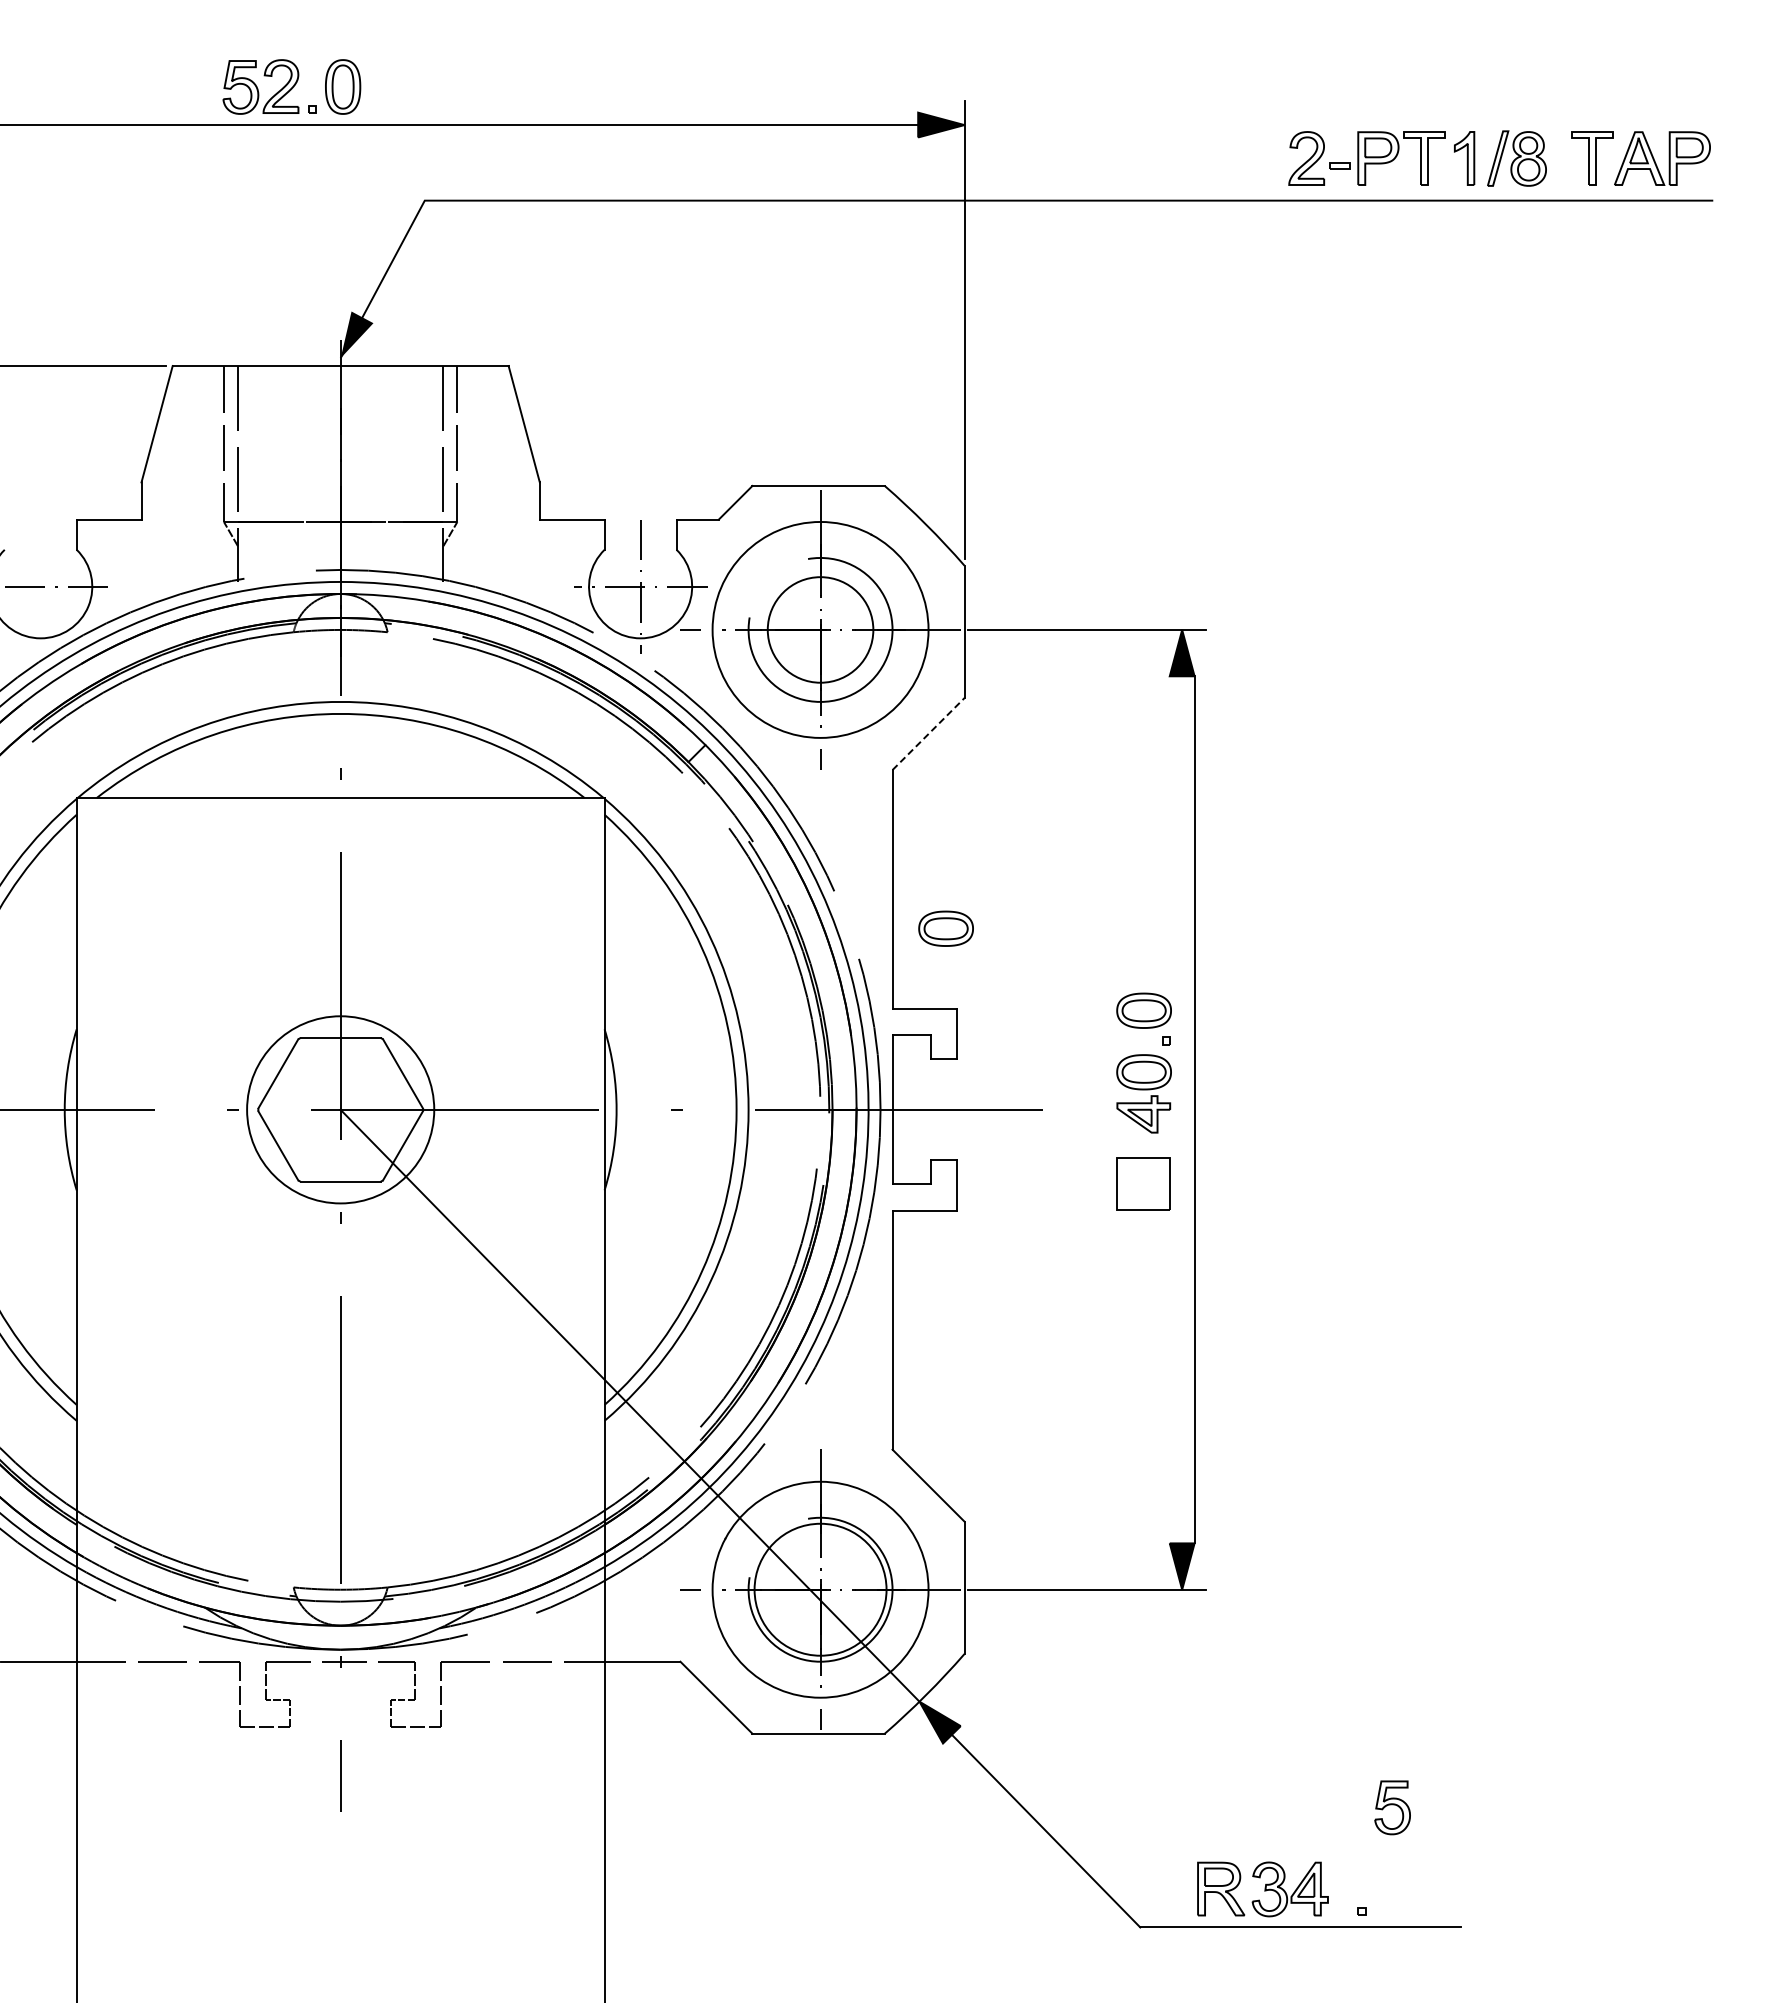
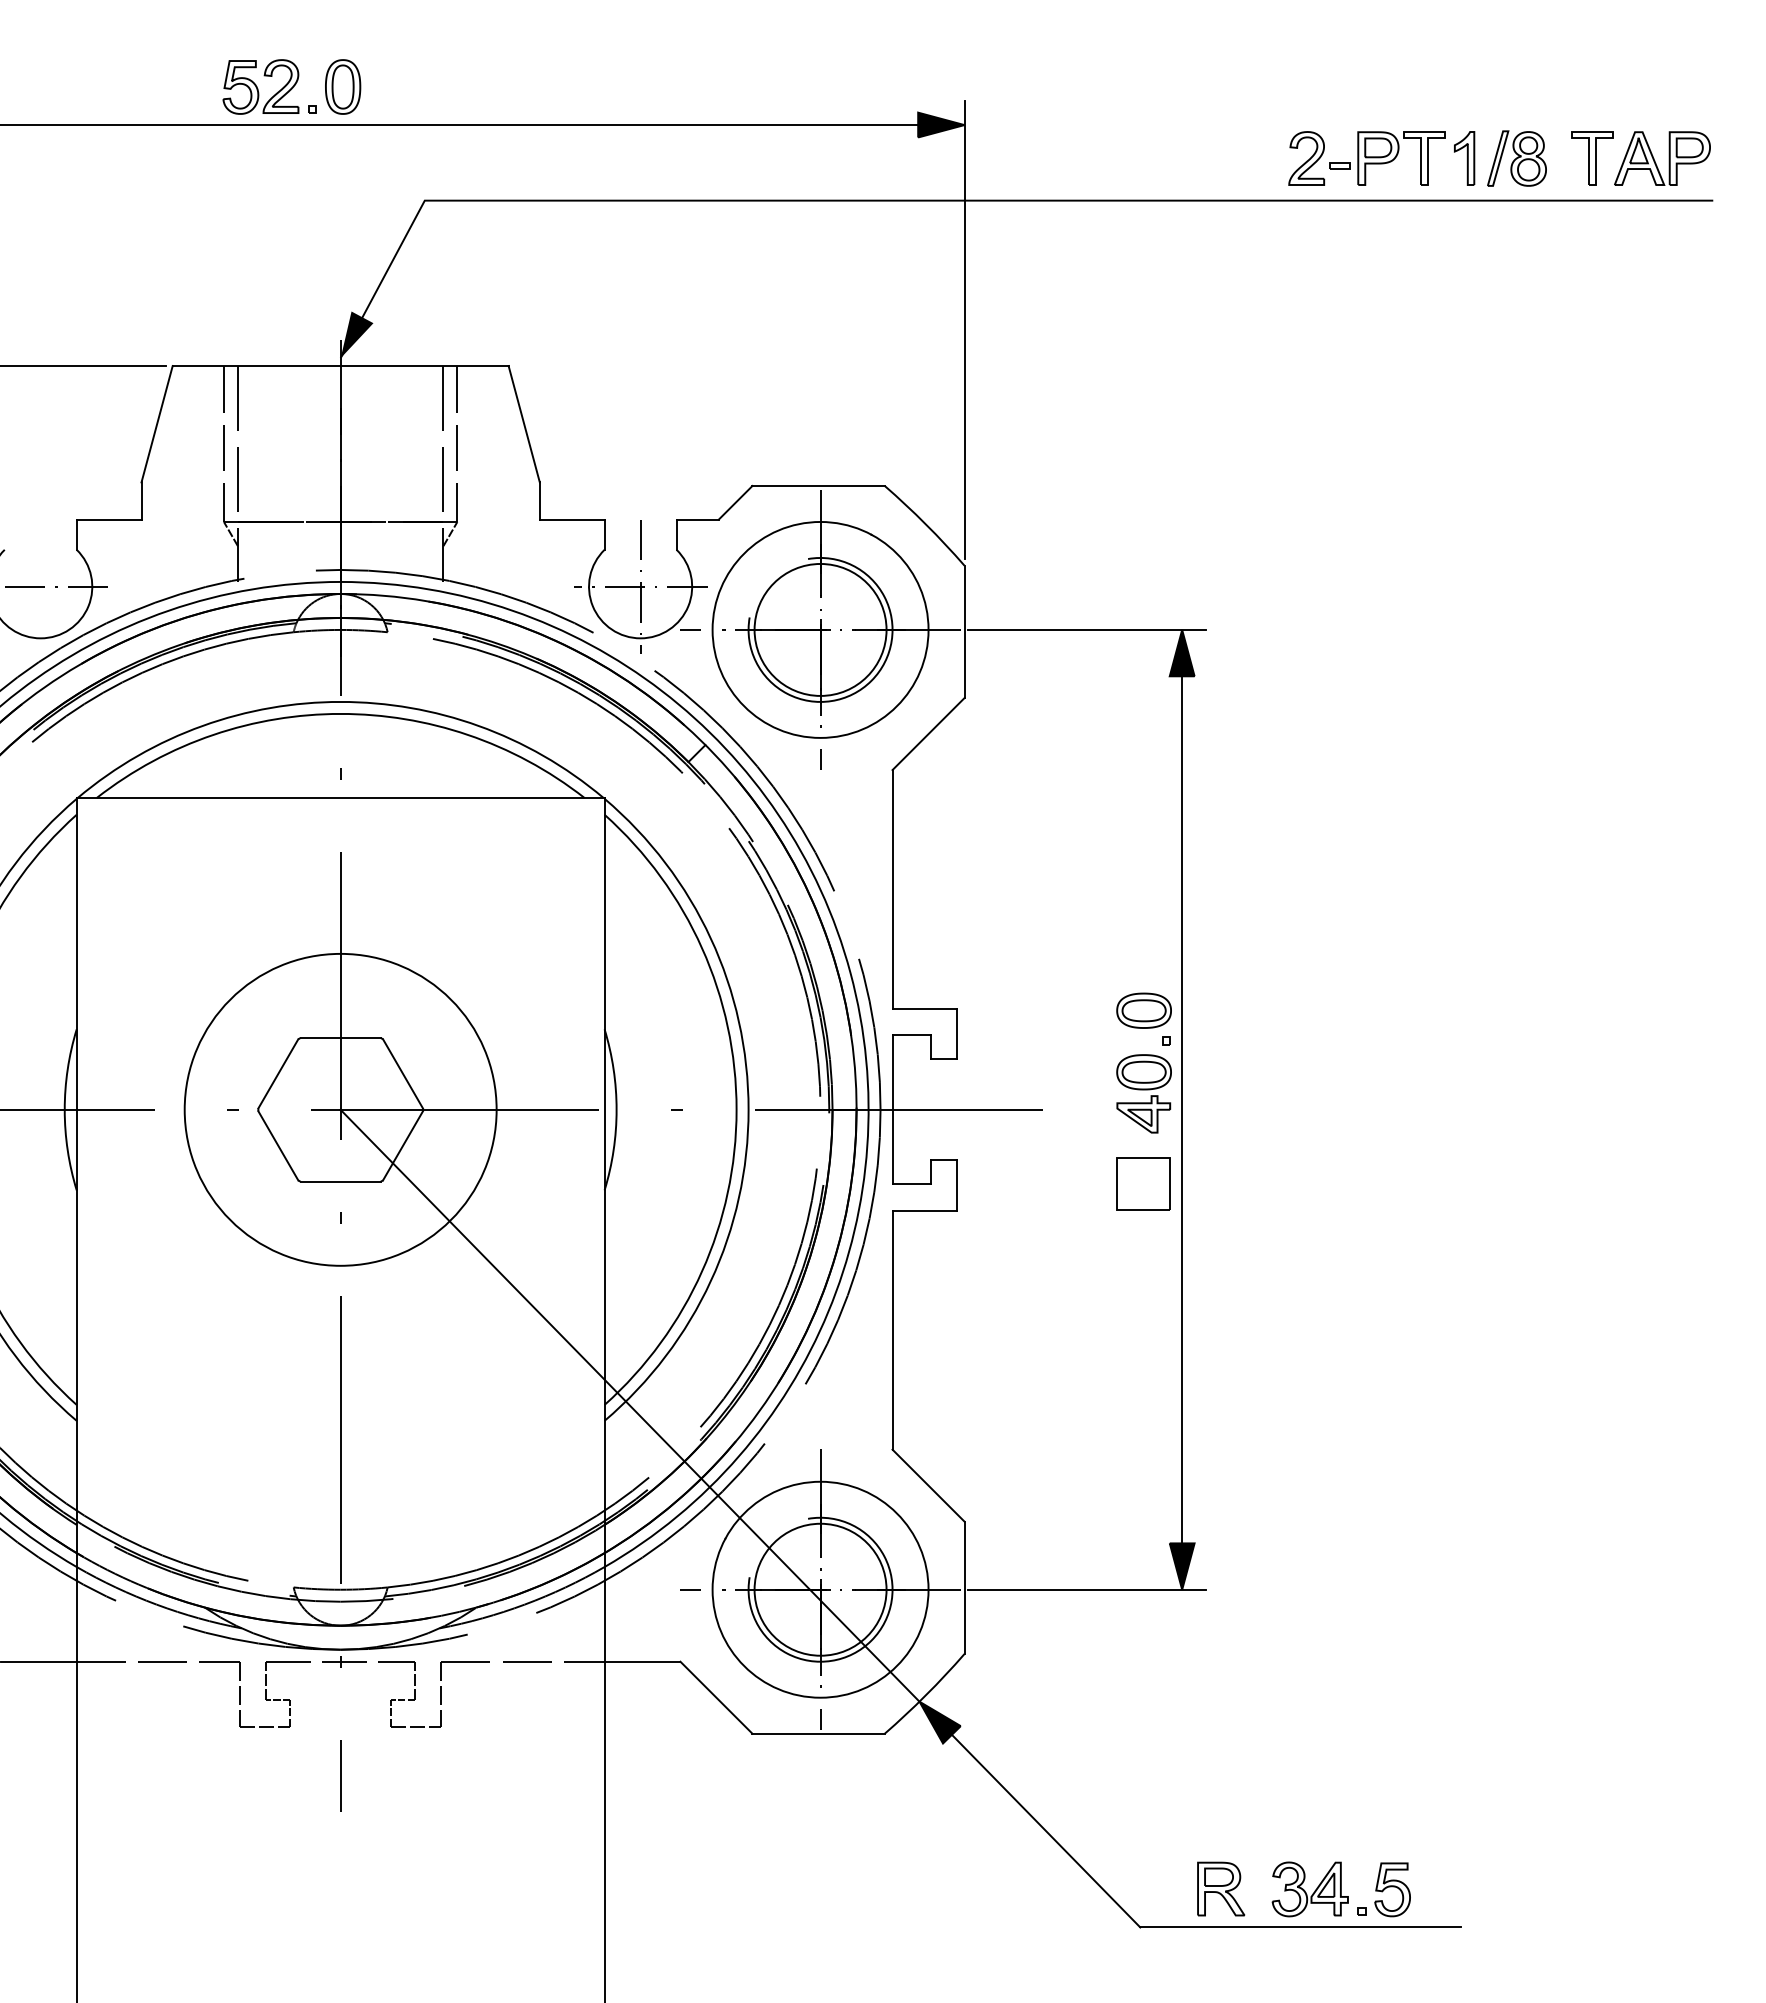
circle at (820, 629) diameter: 106 px -> 132 px
line at (928, 734): dashed -> solid
part at (945, 928): present -> none
circle at (340, 1109) diameter: 187 px -> 312 px
line at (1195, 1109) position: (1195, 1109) -> (1182, 1109)
part at (1392, 1807) position: (1392, 1807) -> (1392, 1889)
part at (1289, 1889) position: (1289, 1889) -> (1309, 1889)
